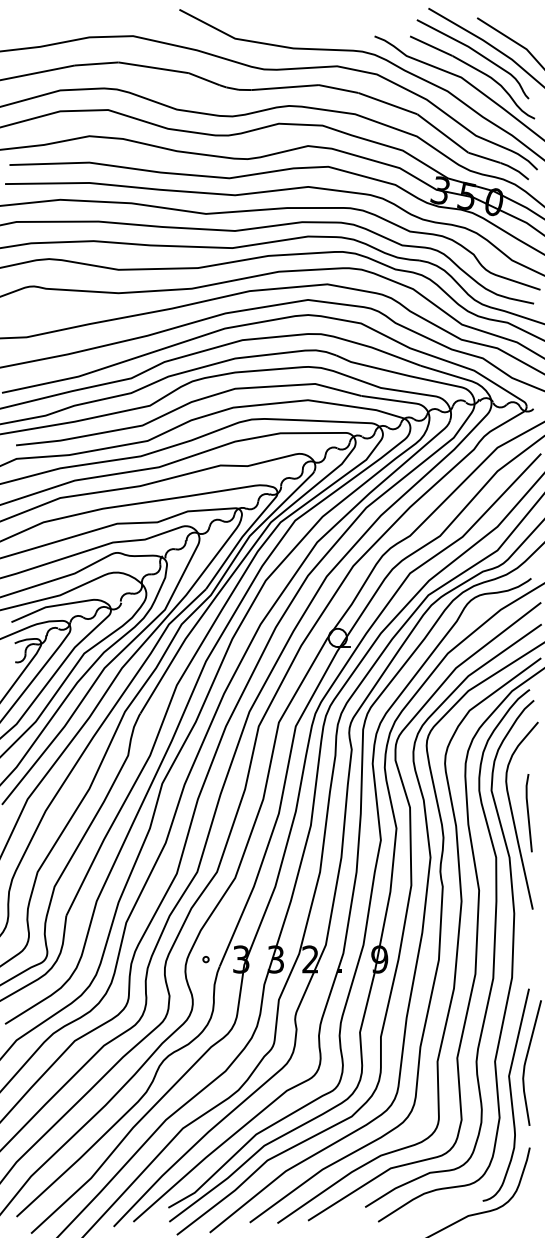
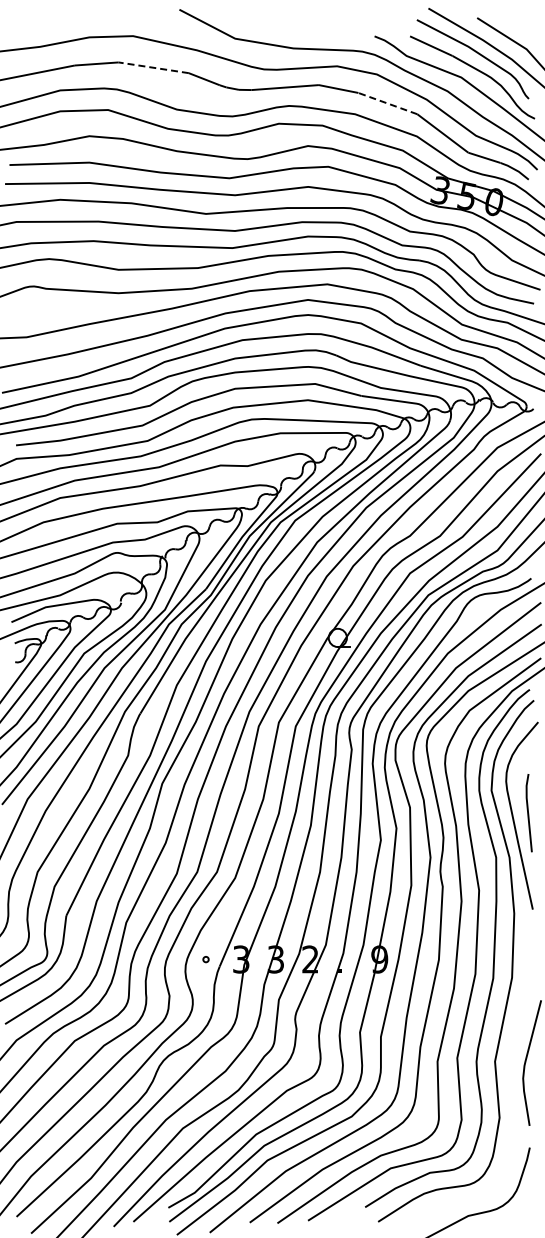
line at (153, 67): solid -> dashed
line at (387, 103): solid -> dashed
curve at (509, 1092): present -> none
